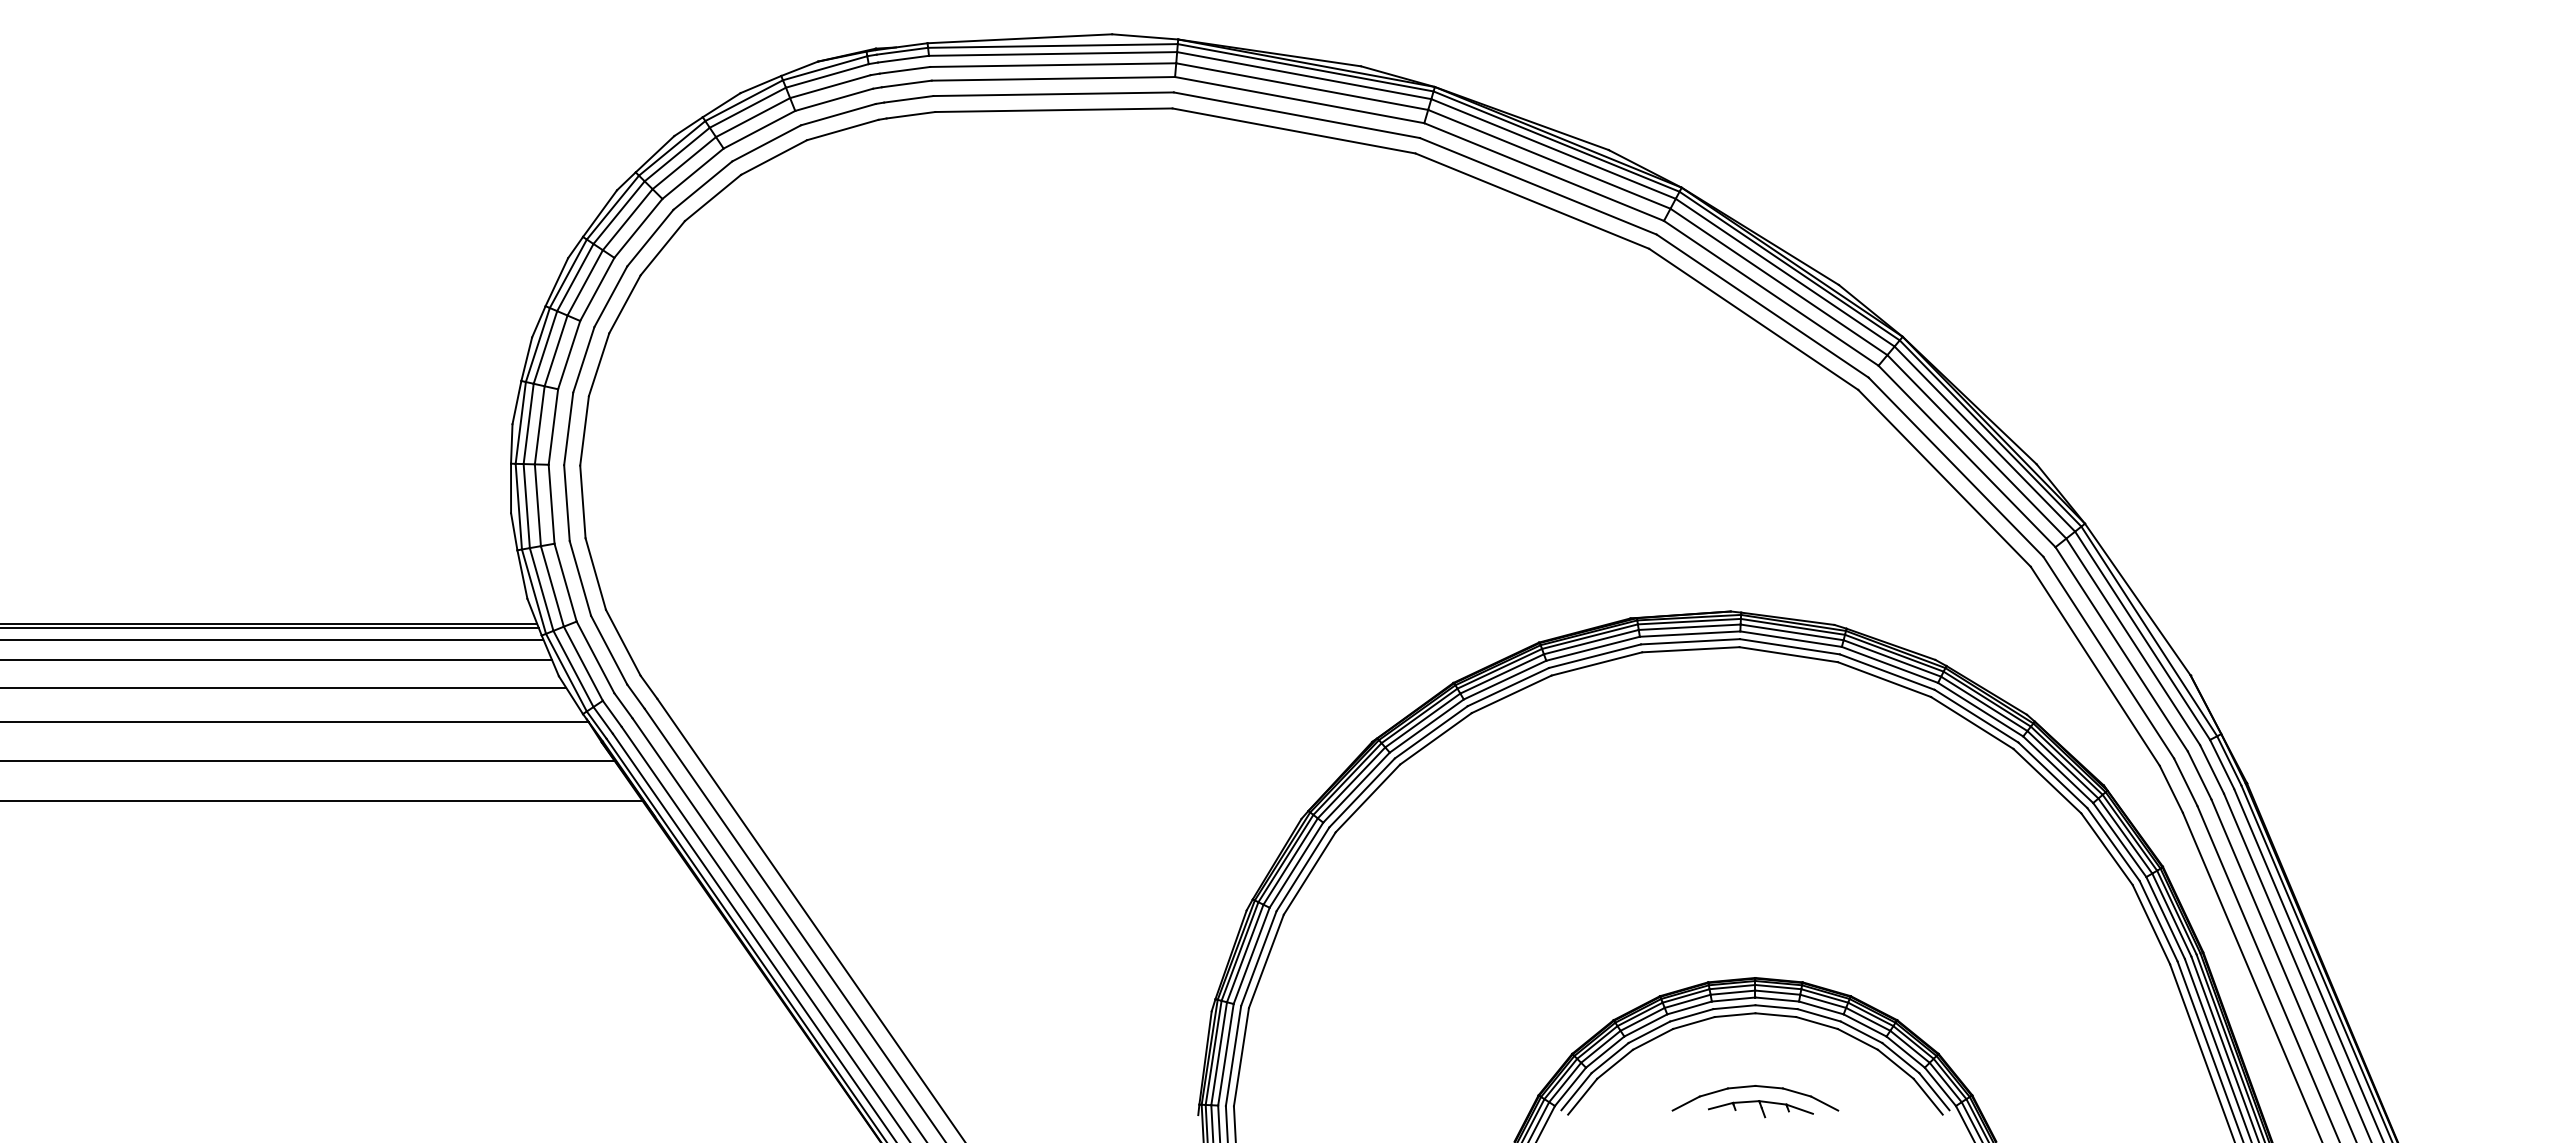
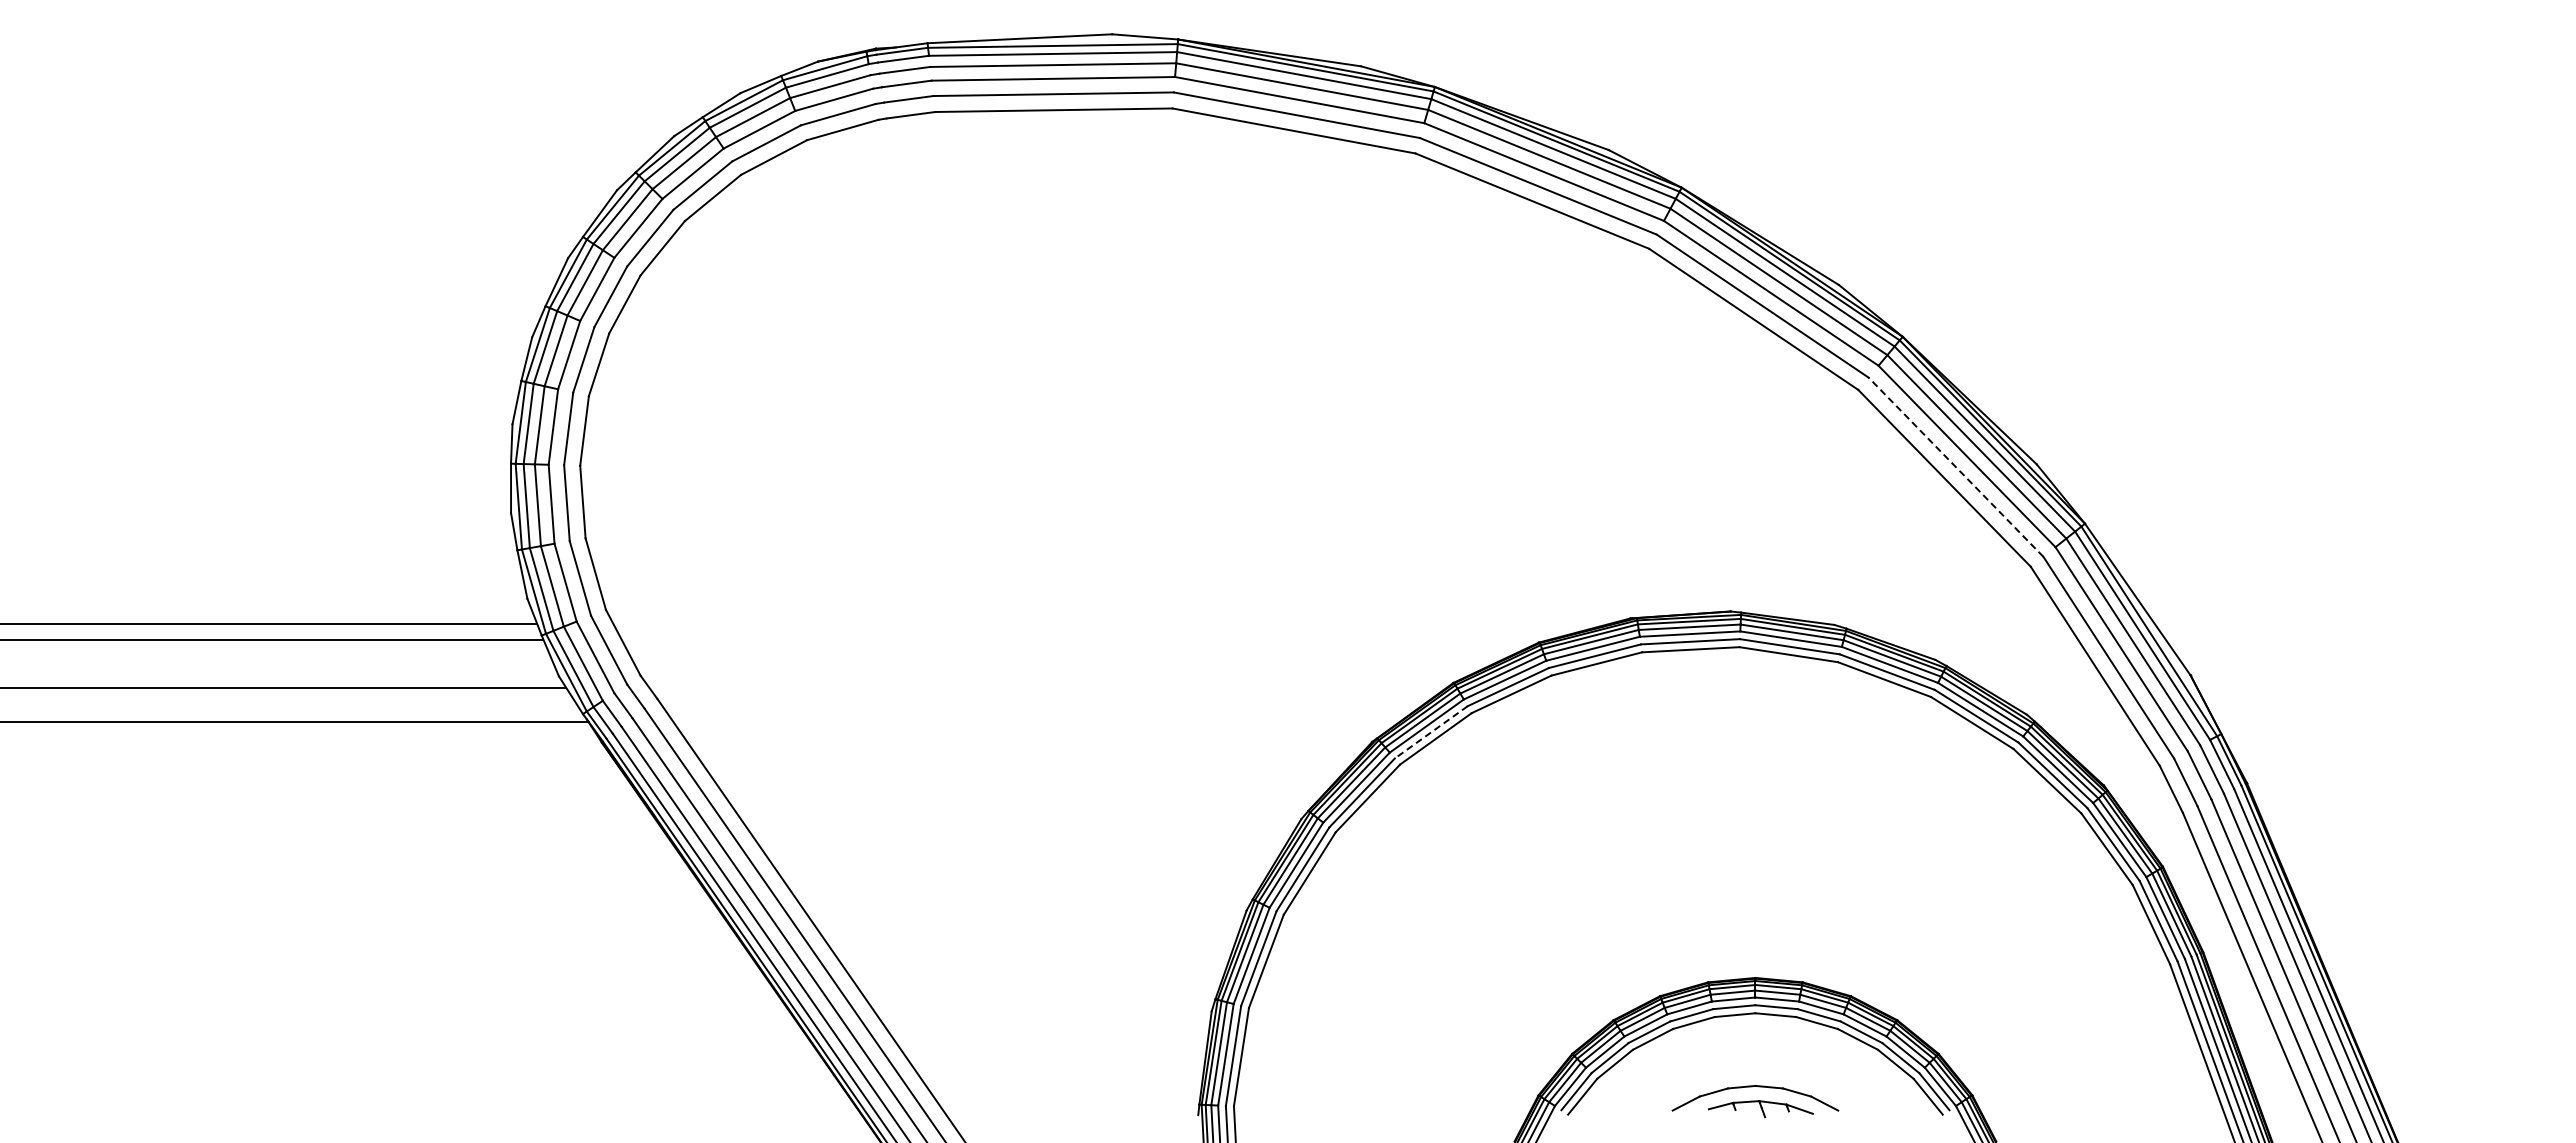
line at (1955, 466): solid -> dashed
line at (270, 628): present -> none
line at (276, 659): present -> none
line at (1431, 732): solid -> dashed
line at (308, 760): present -> none
line at (322, 801): present -> none
